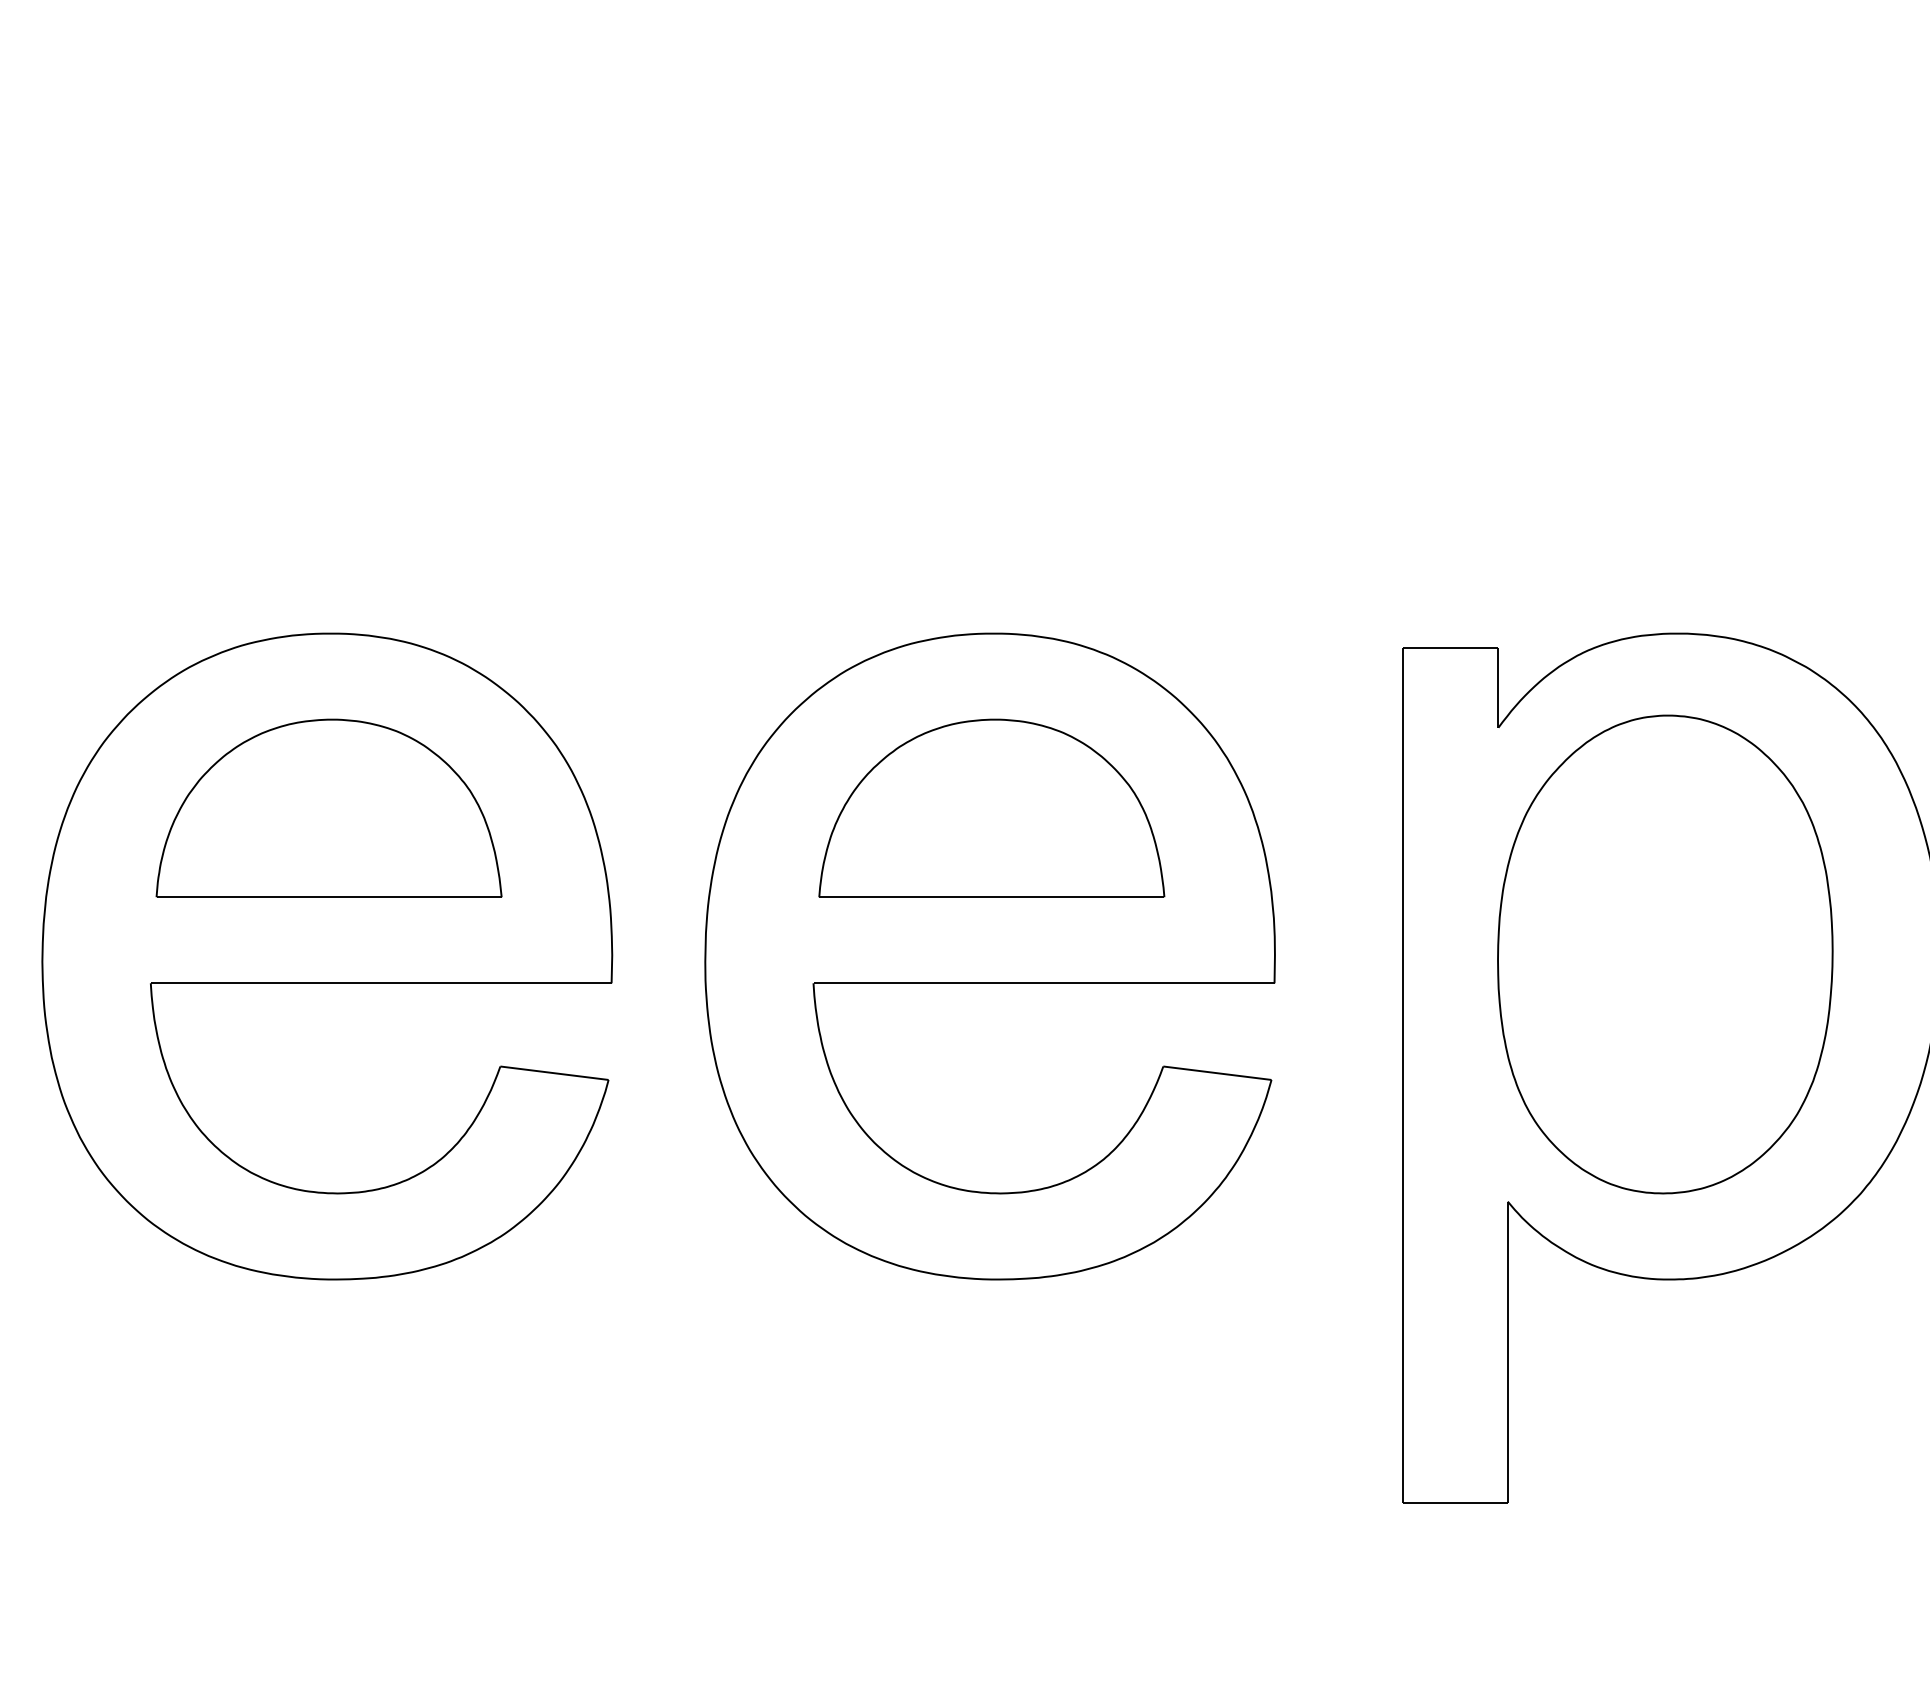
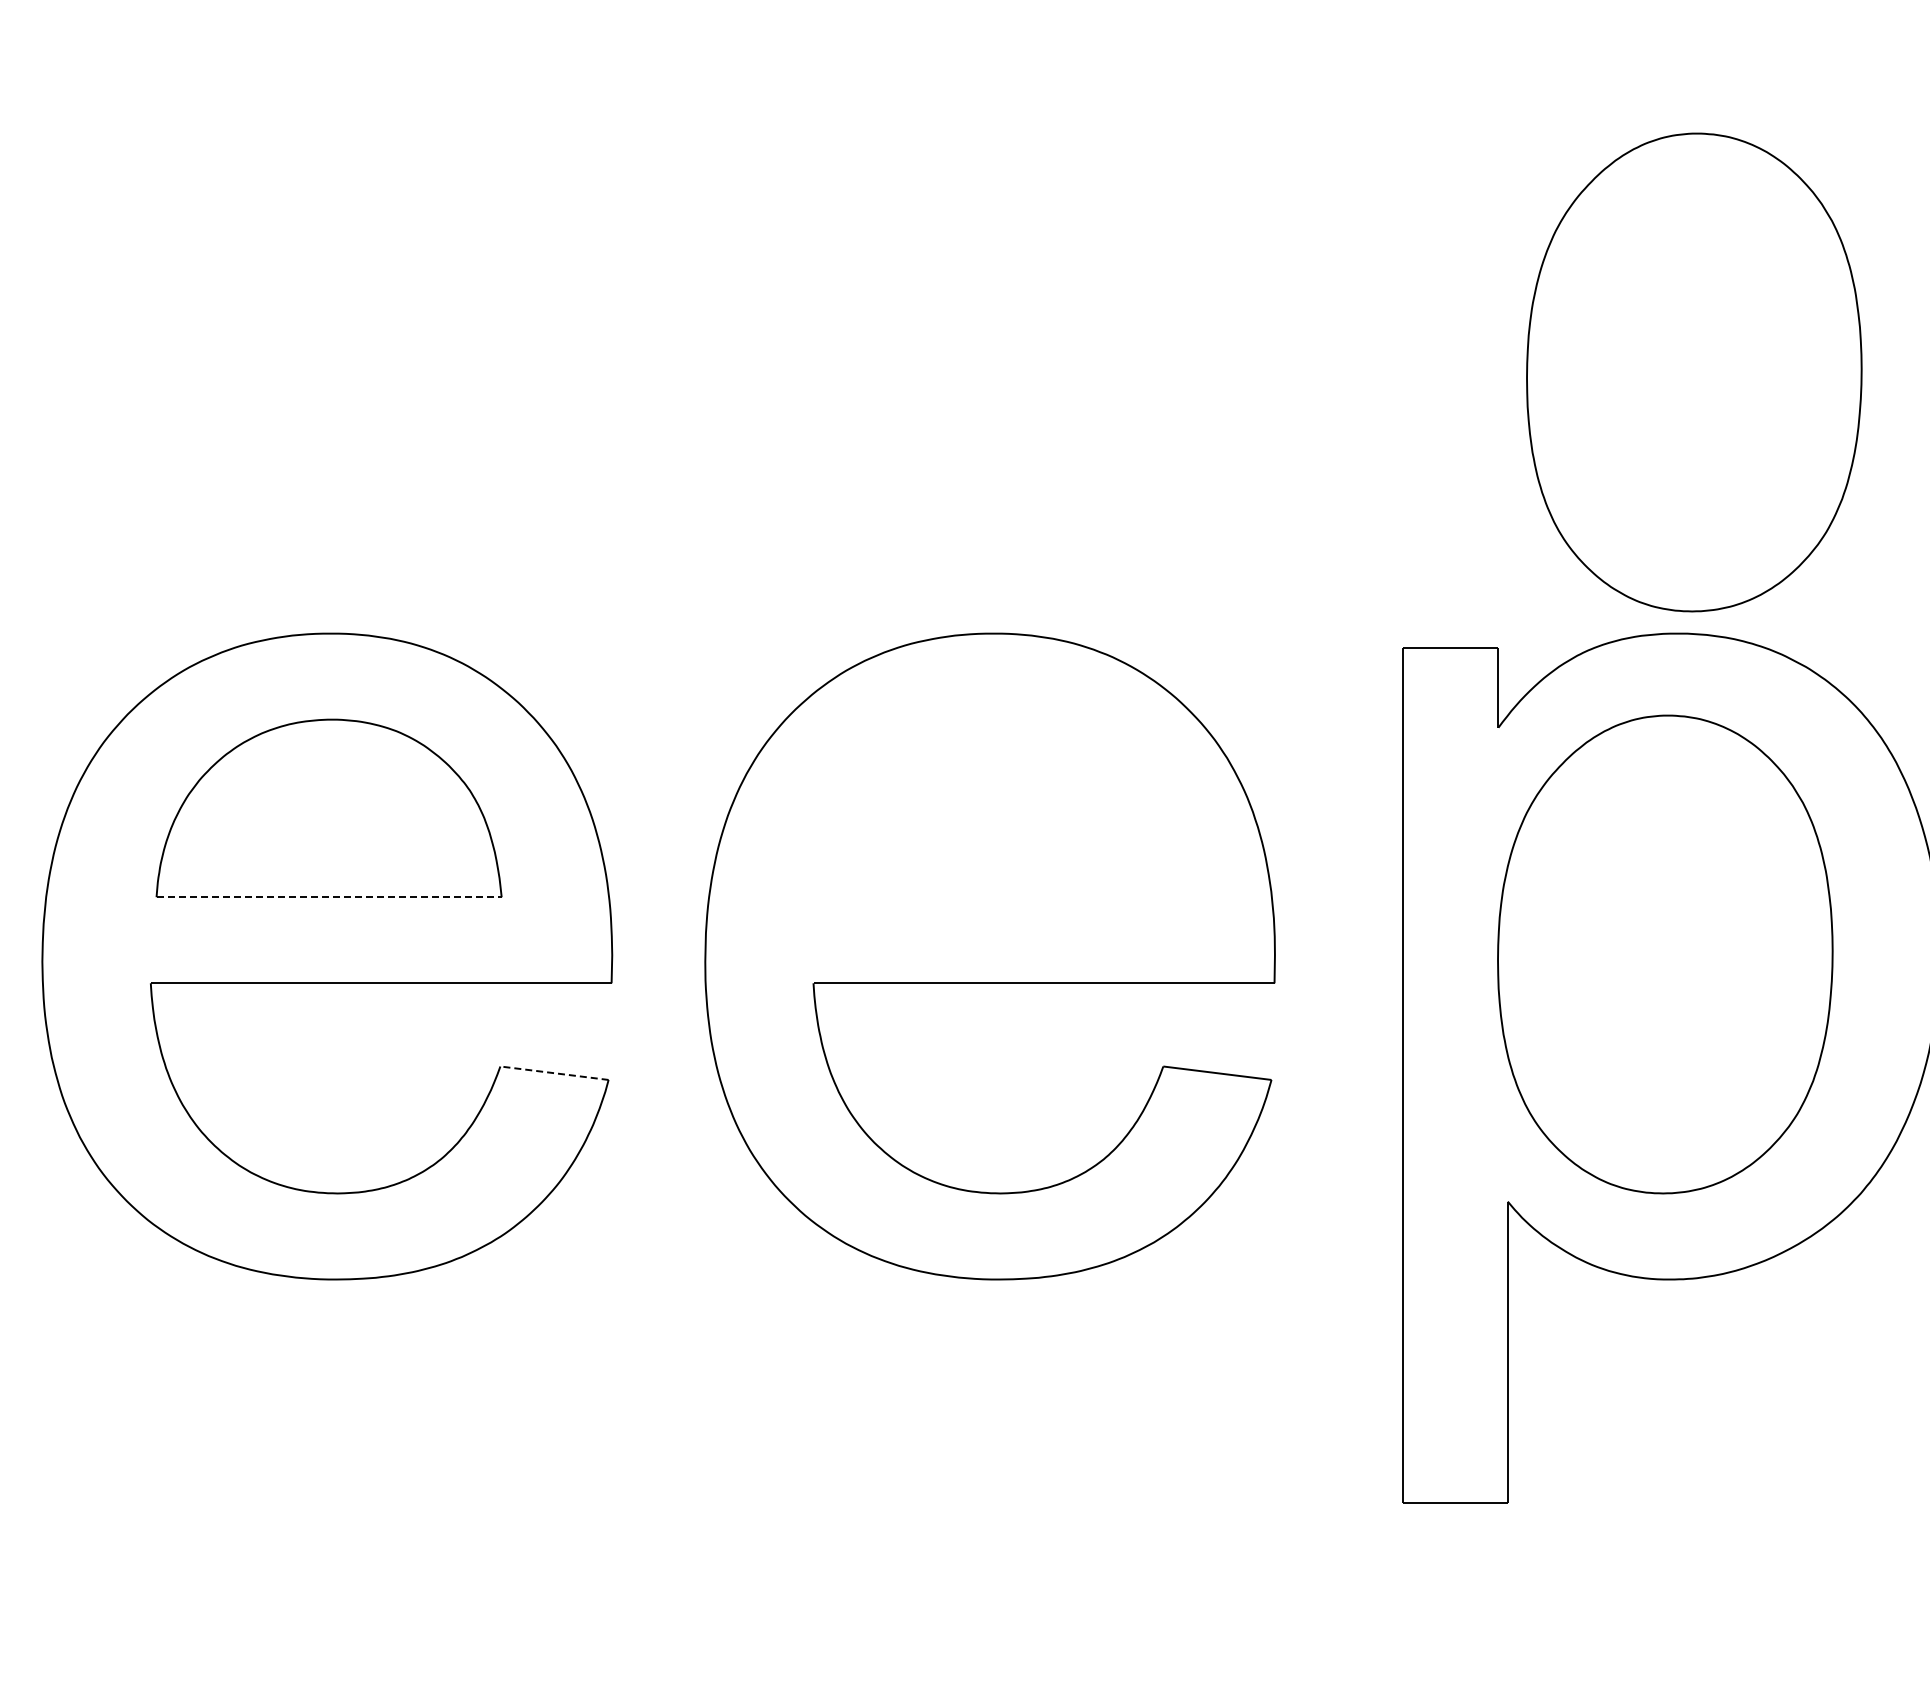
part at (1694, 372): none -> present
part at (991, 807): present -> none
line at (329, 897): solid -> dashed
line at (554, 1073): solid -> dashed
